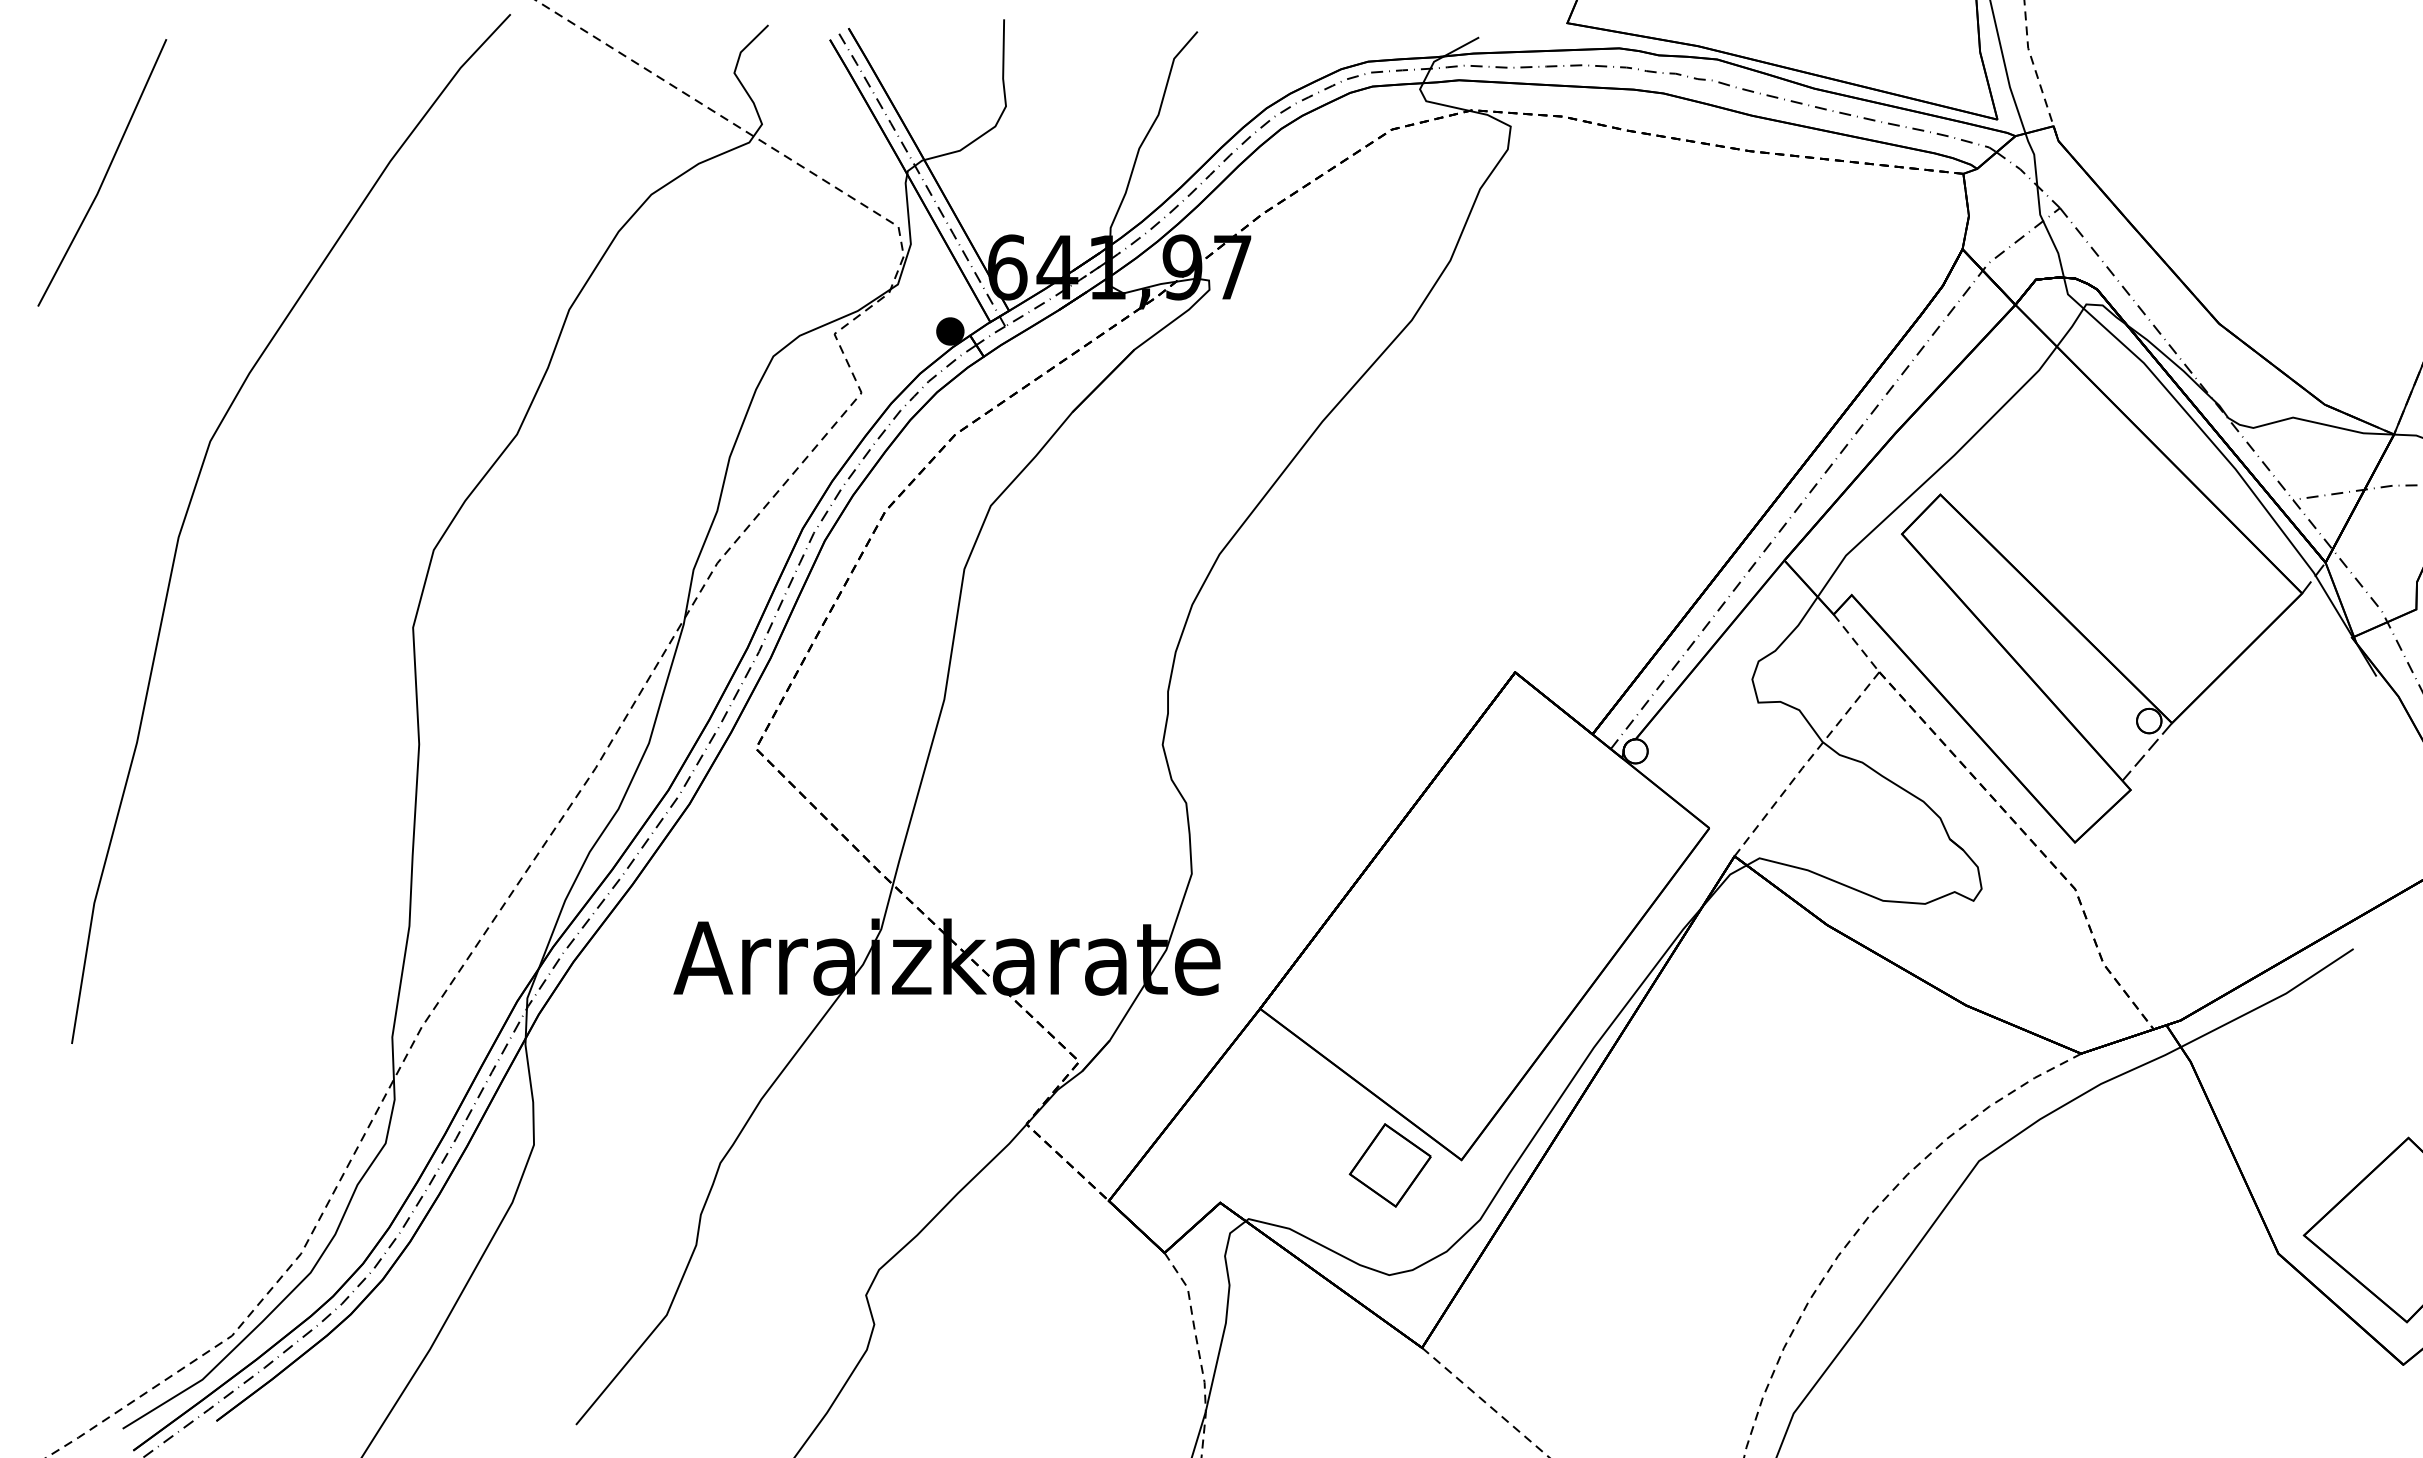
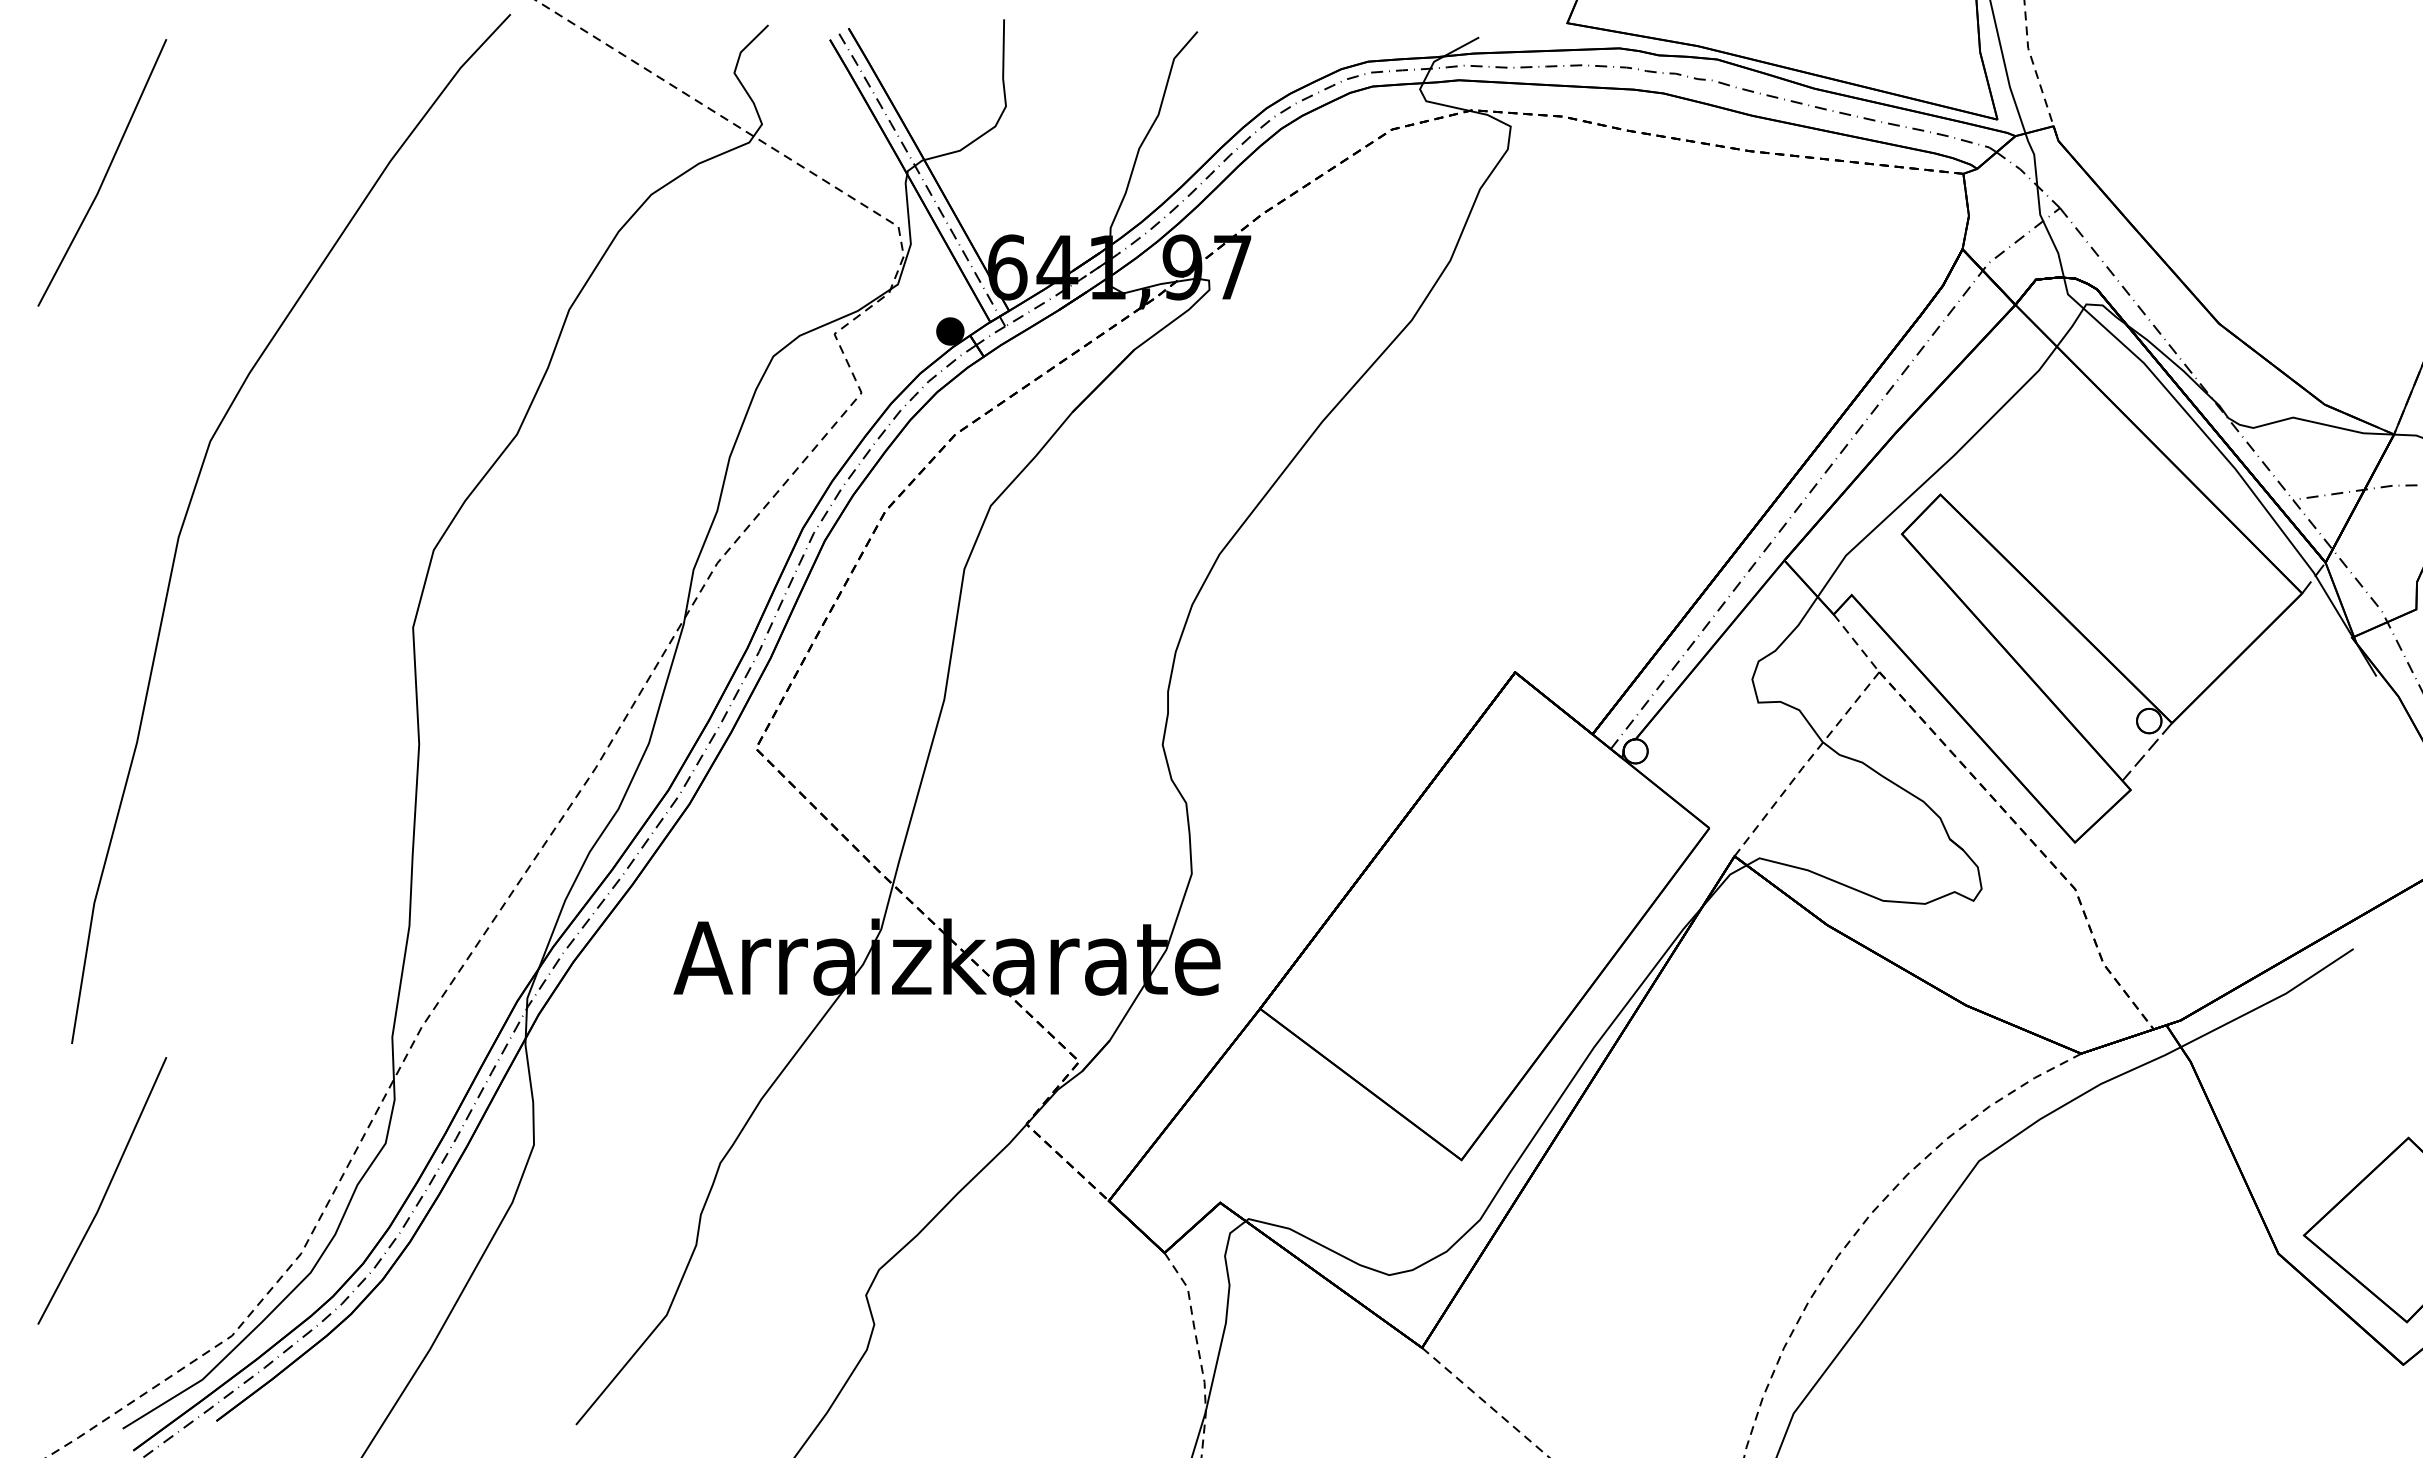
part at (1389, 1165): present -> none
line at (105, 1191): none -> present
